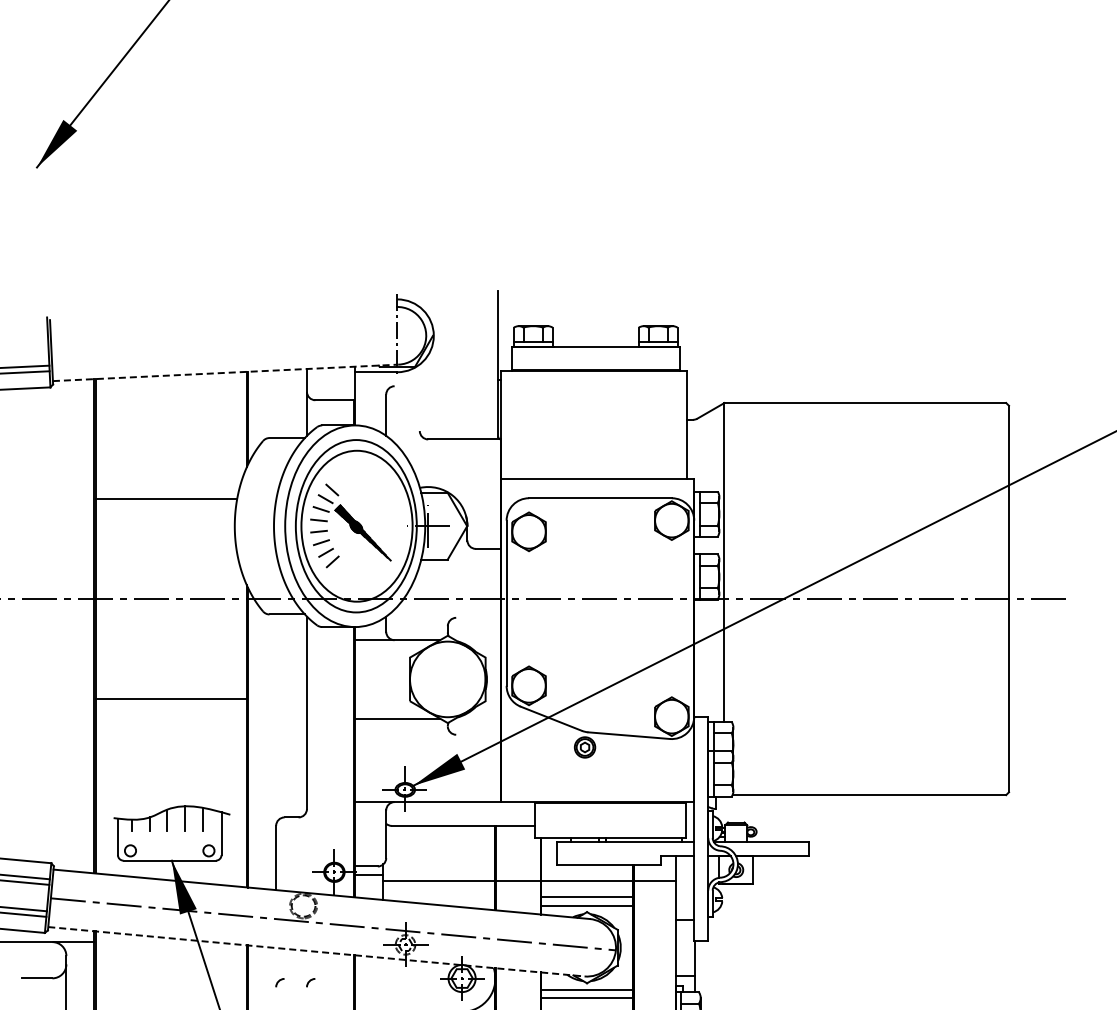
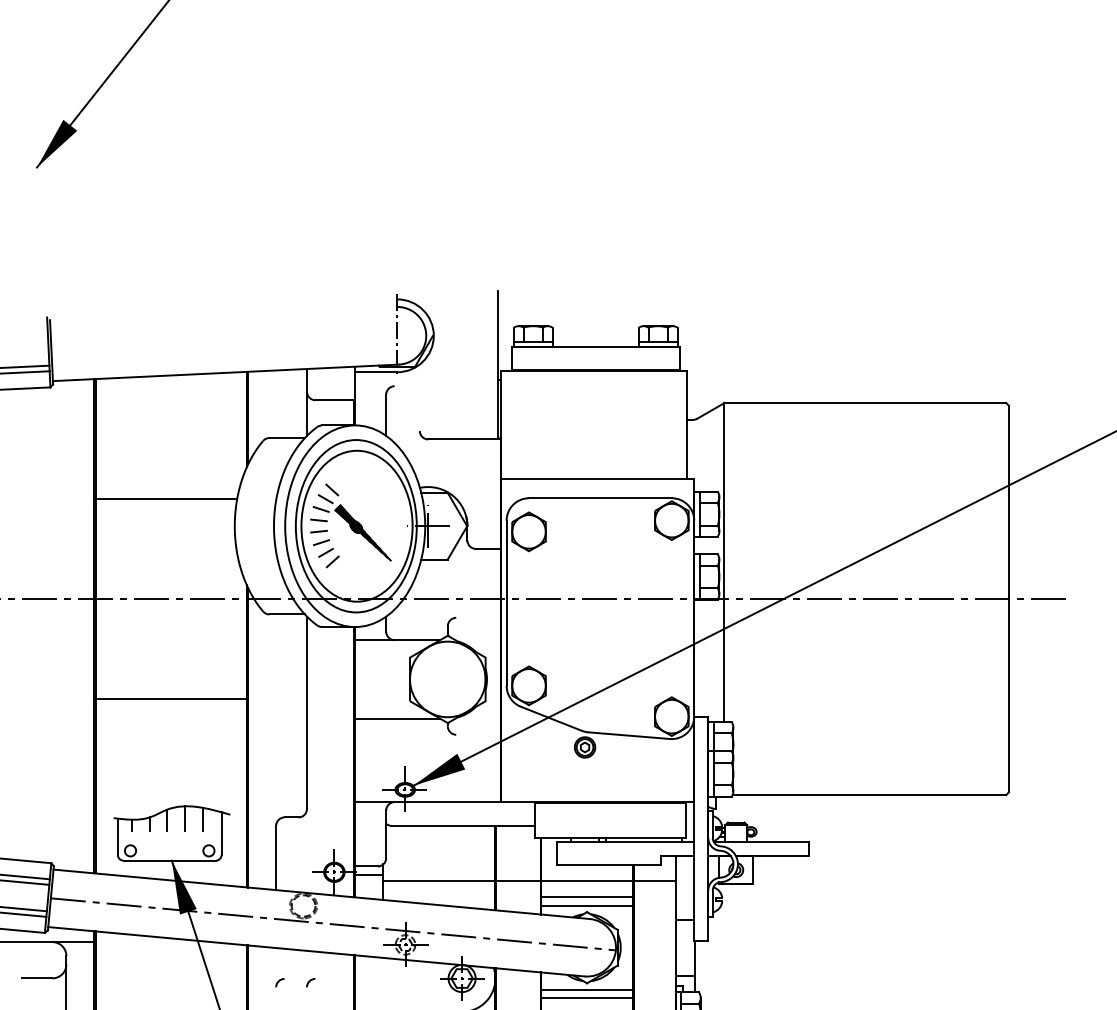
line at (226, 372): dashed -> solid
line at (316, 951): dashed -> solid
